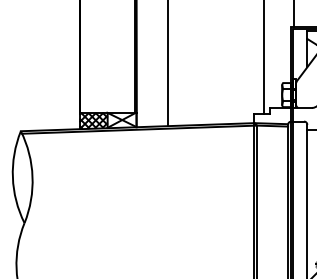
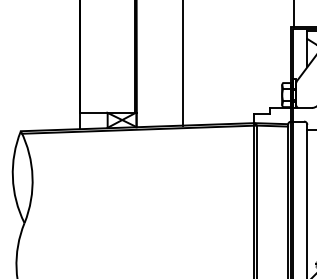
line at (264, 58): present -> none
line at (167, 64) position: (167, 64) -> (182, 64)
hatch at (93, 120): present -> none
